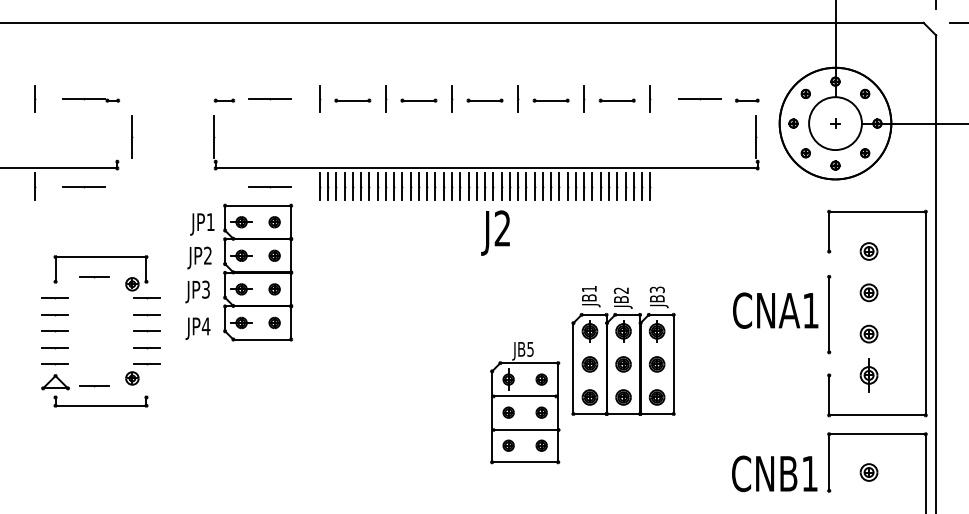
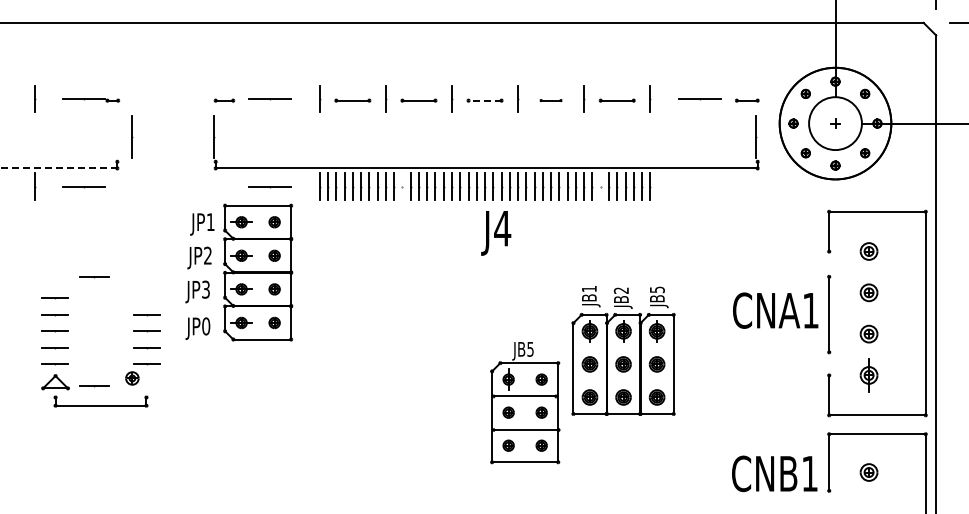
line at (485, 100): solid -> dashed
part at (550, 100) size: 38x5 px -> 24x3 px
line at (59, 168): solid -> dashed
line at (402, 186): present -> none
line at (600, 186): present -> none
text at (502, 228): J2 -> J4
part at (125, 281): present -> none
text at (656, 289): JB3 -> JB5
text at (205, 326): JP4 -> JP0
